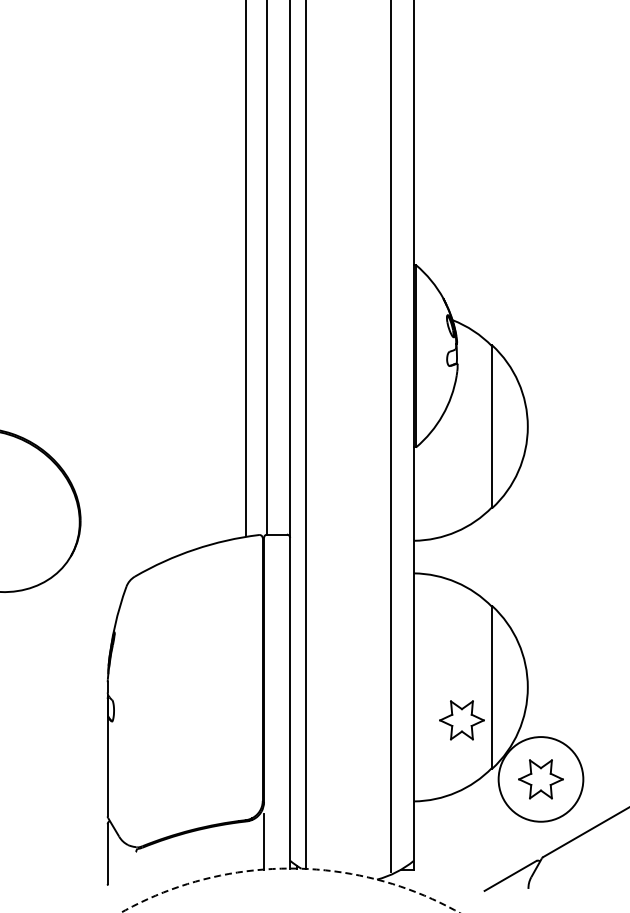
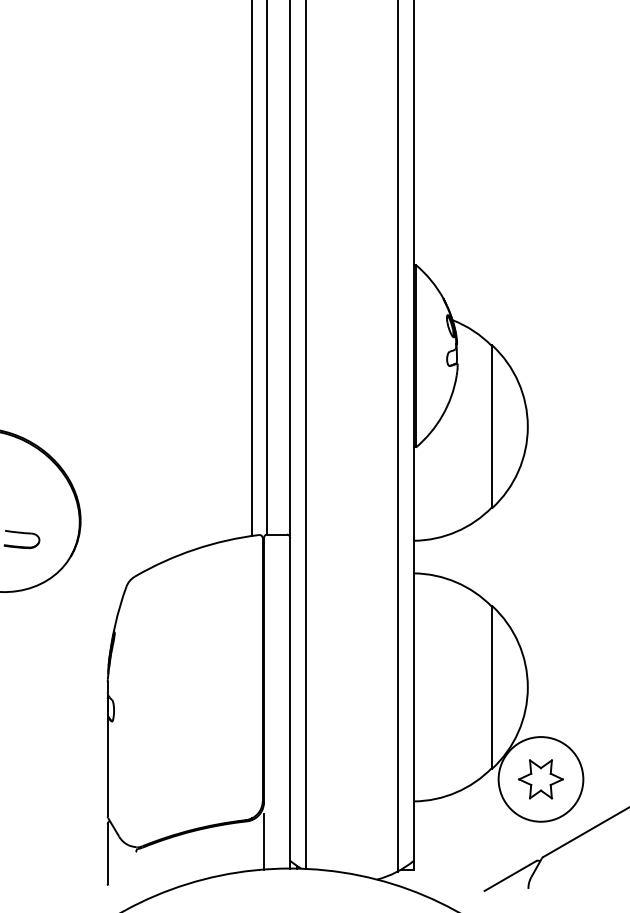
line at (246, 268) position: (246, 268) -> (252, 268)
line at (390, 436) position: (390, 436) -> (397, 436)
part at (21, 539): none -> present
part at (461, 720): present -> none
circle at (290, 890): dashed -> solid
